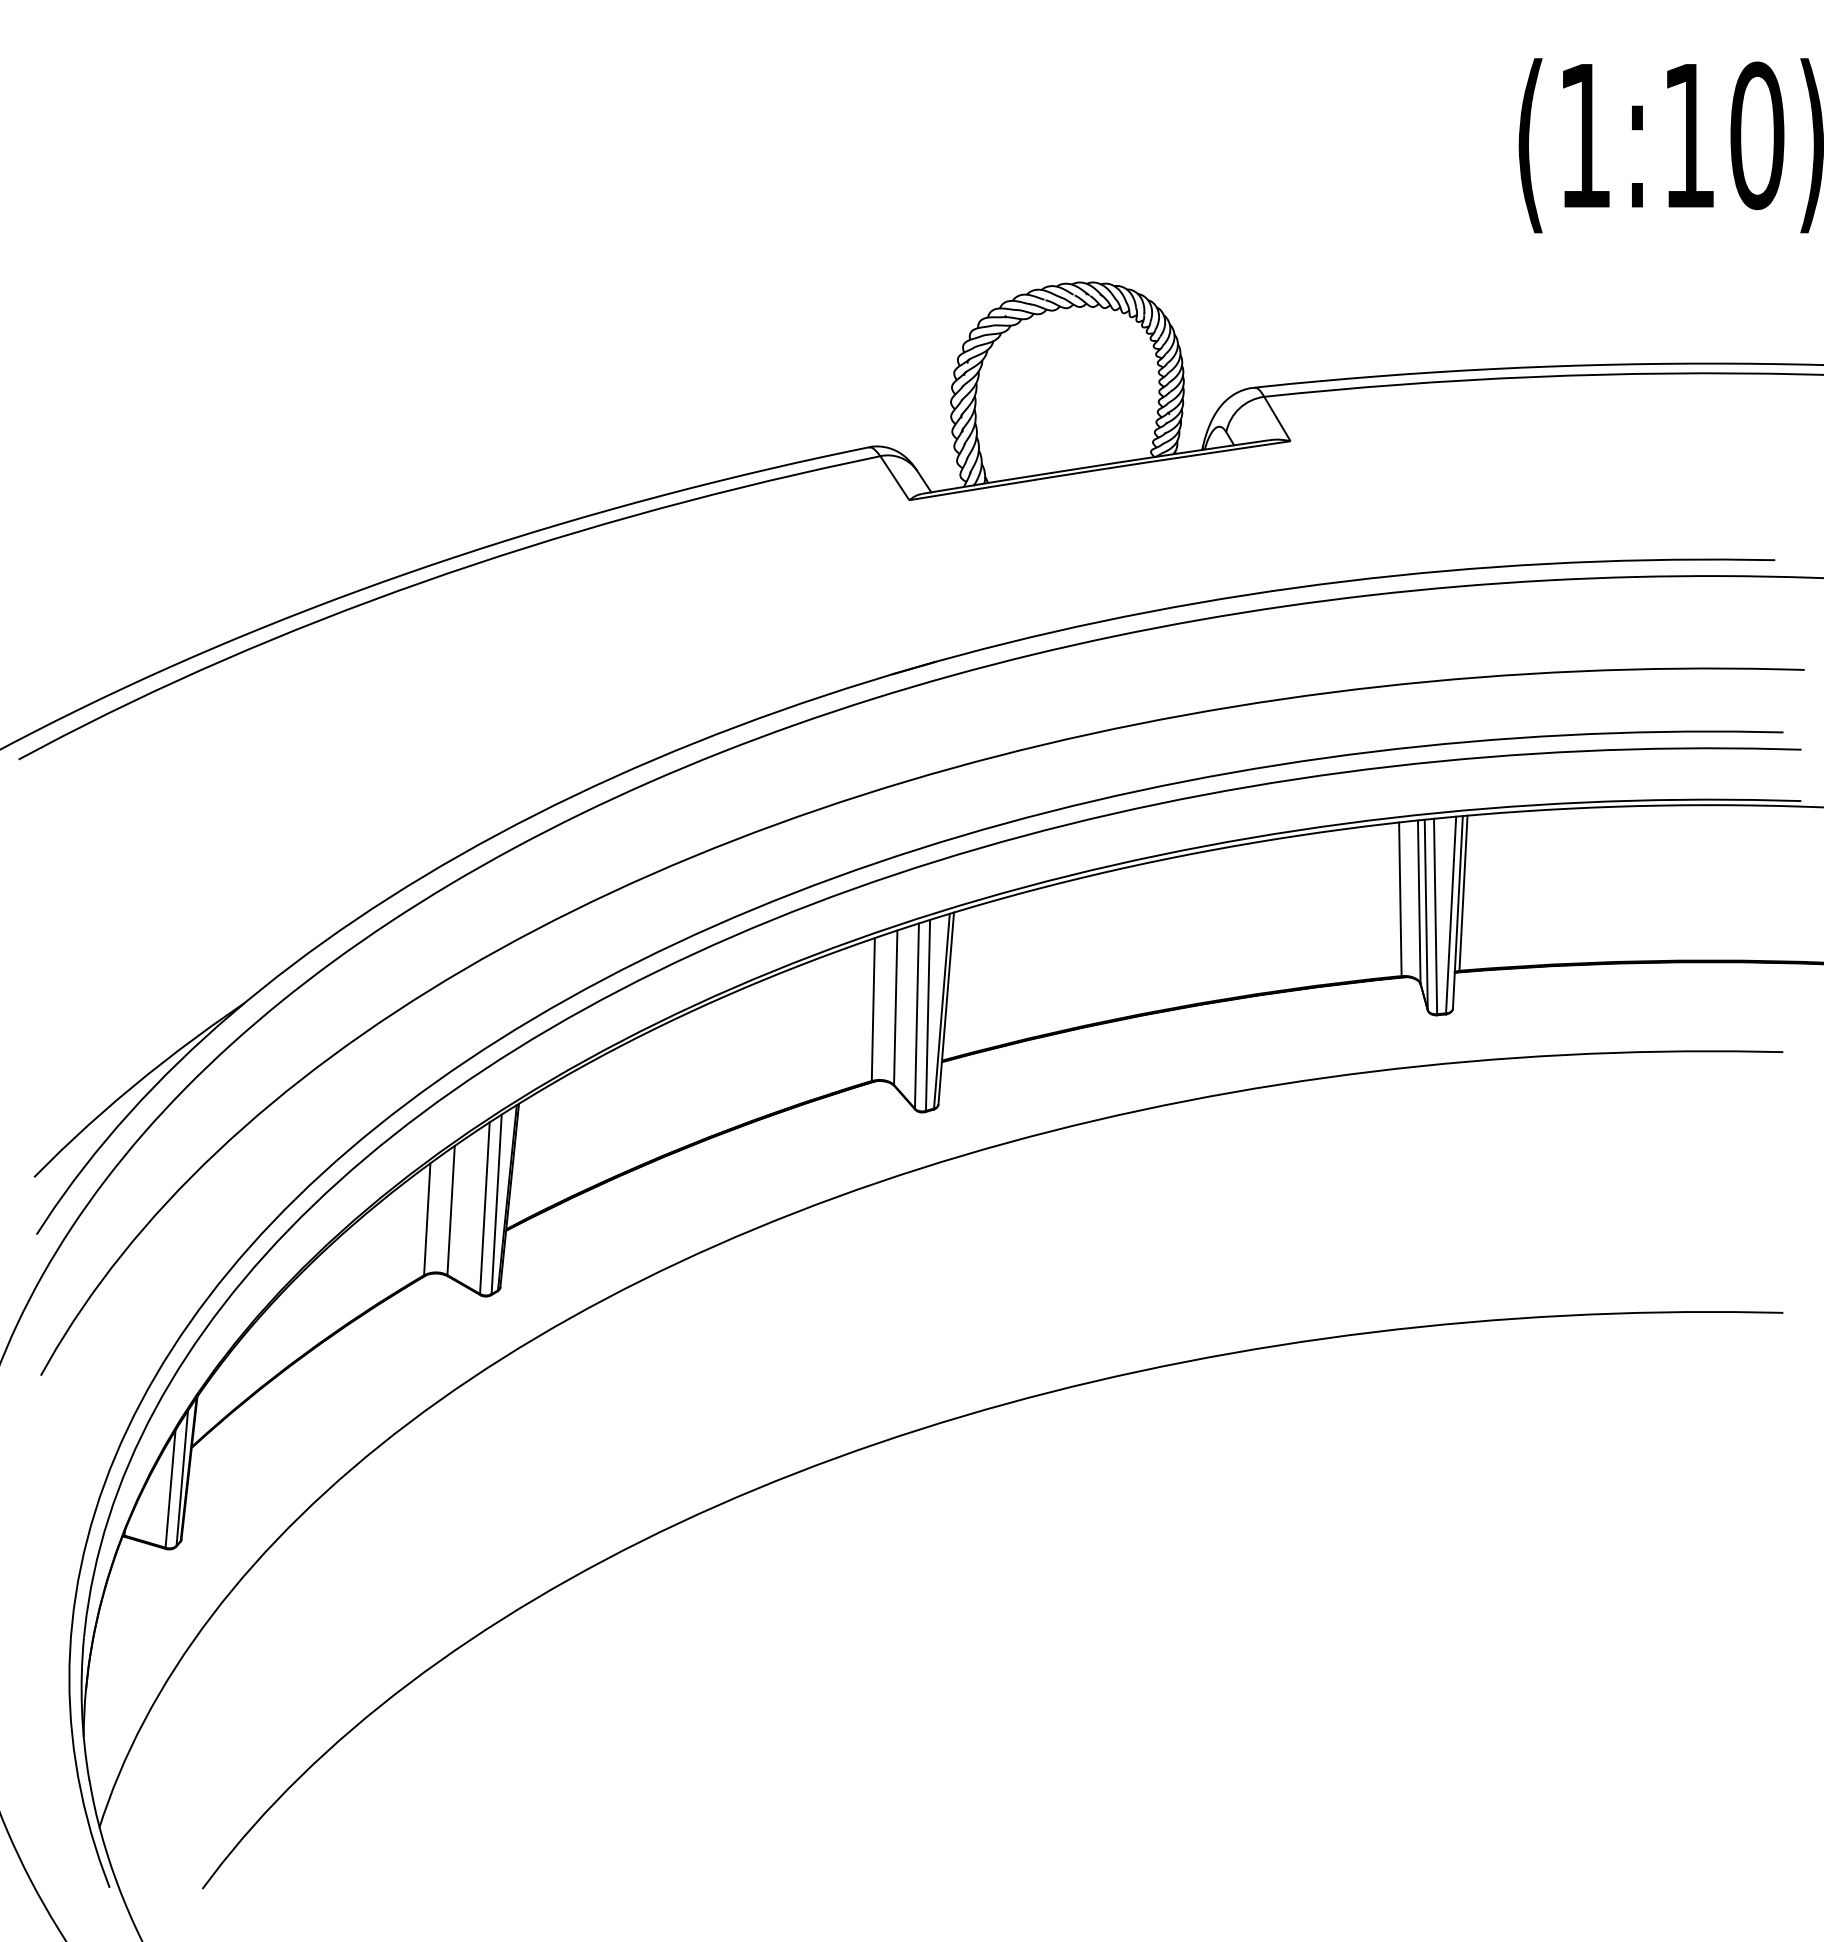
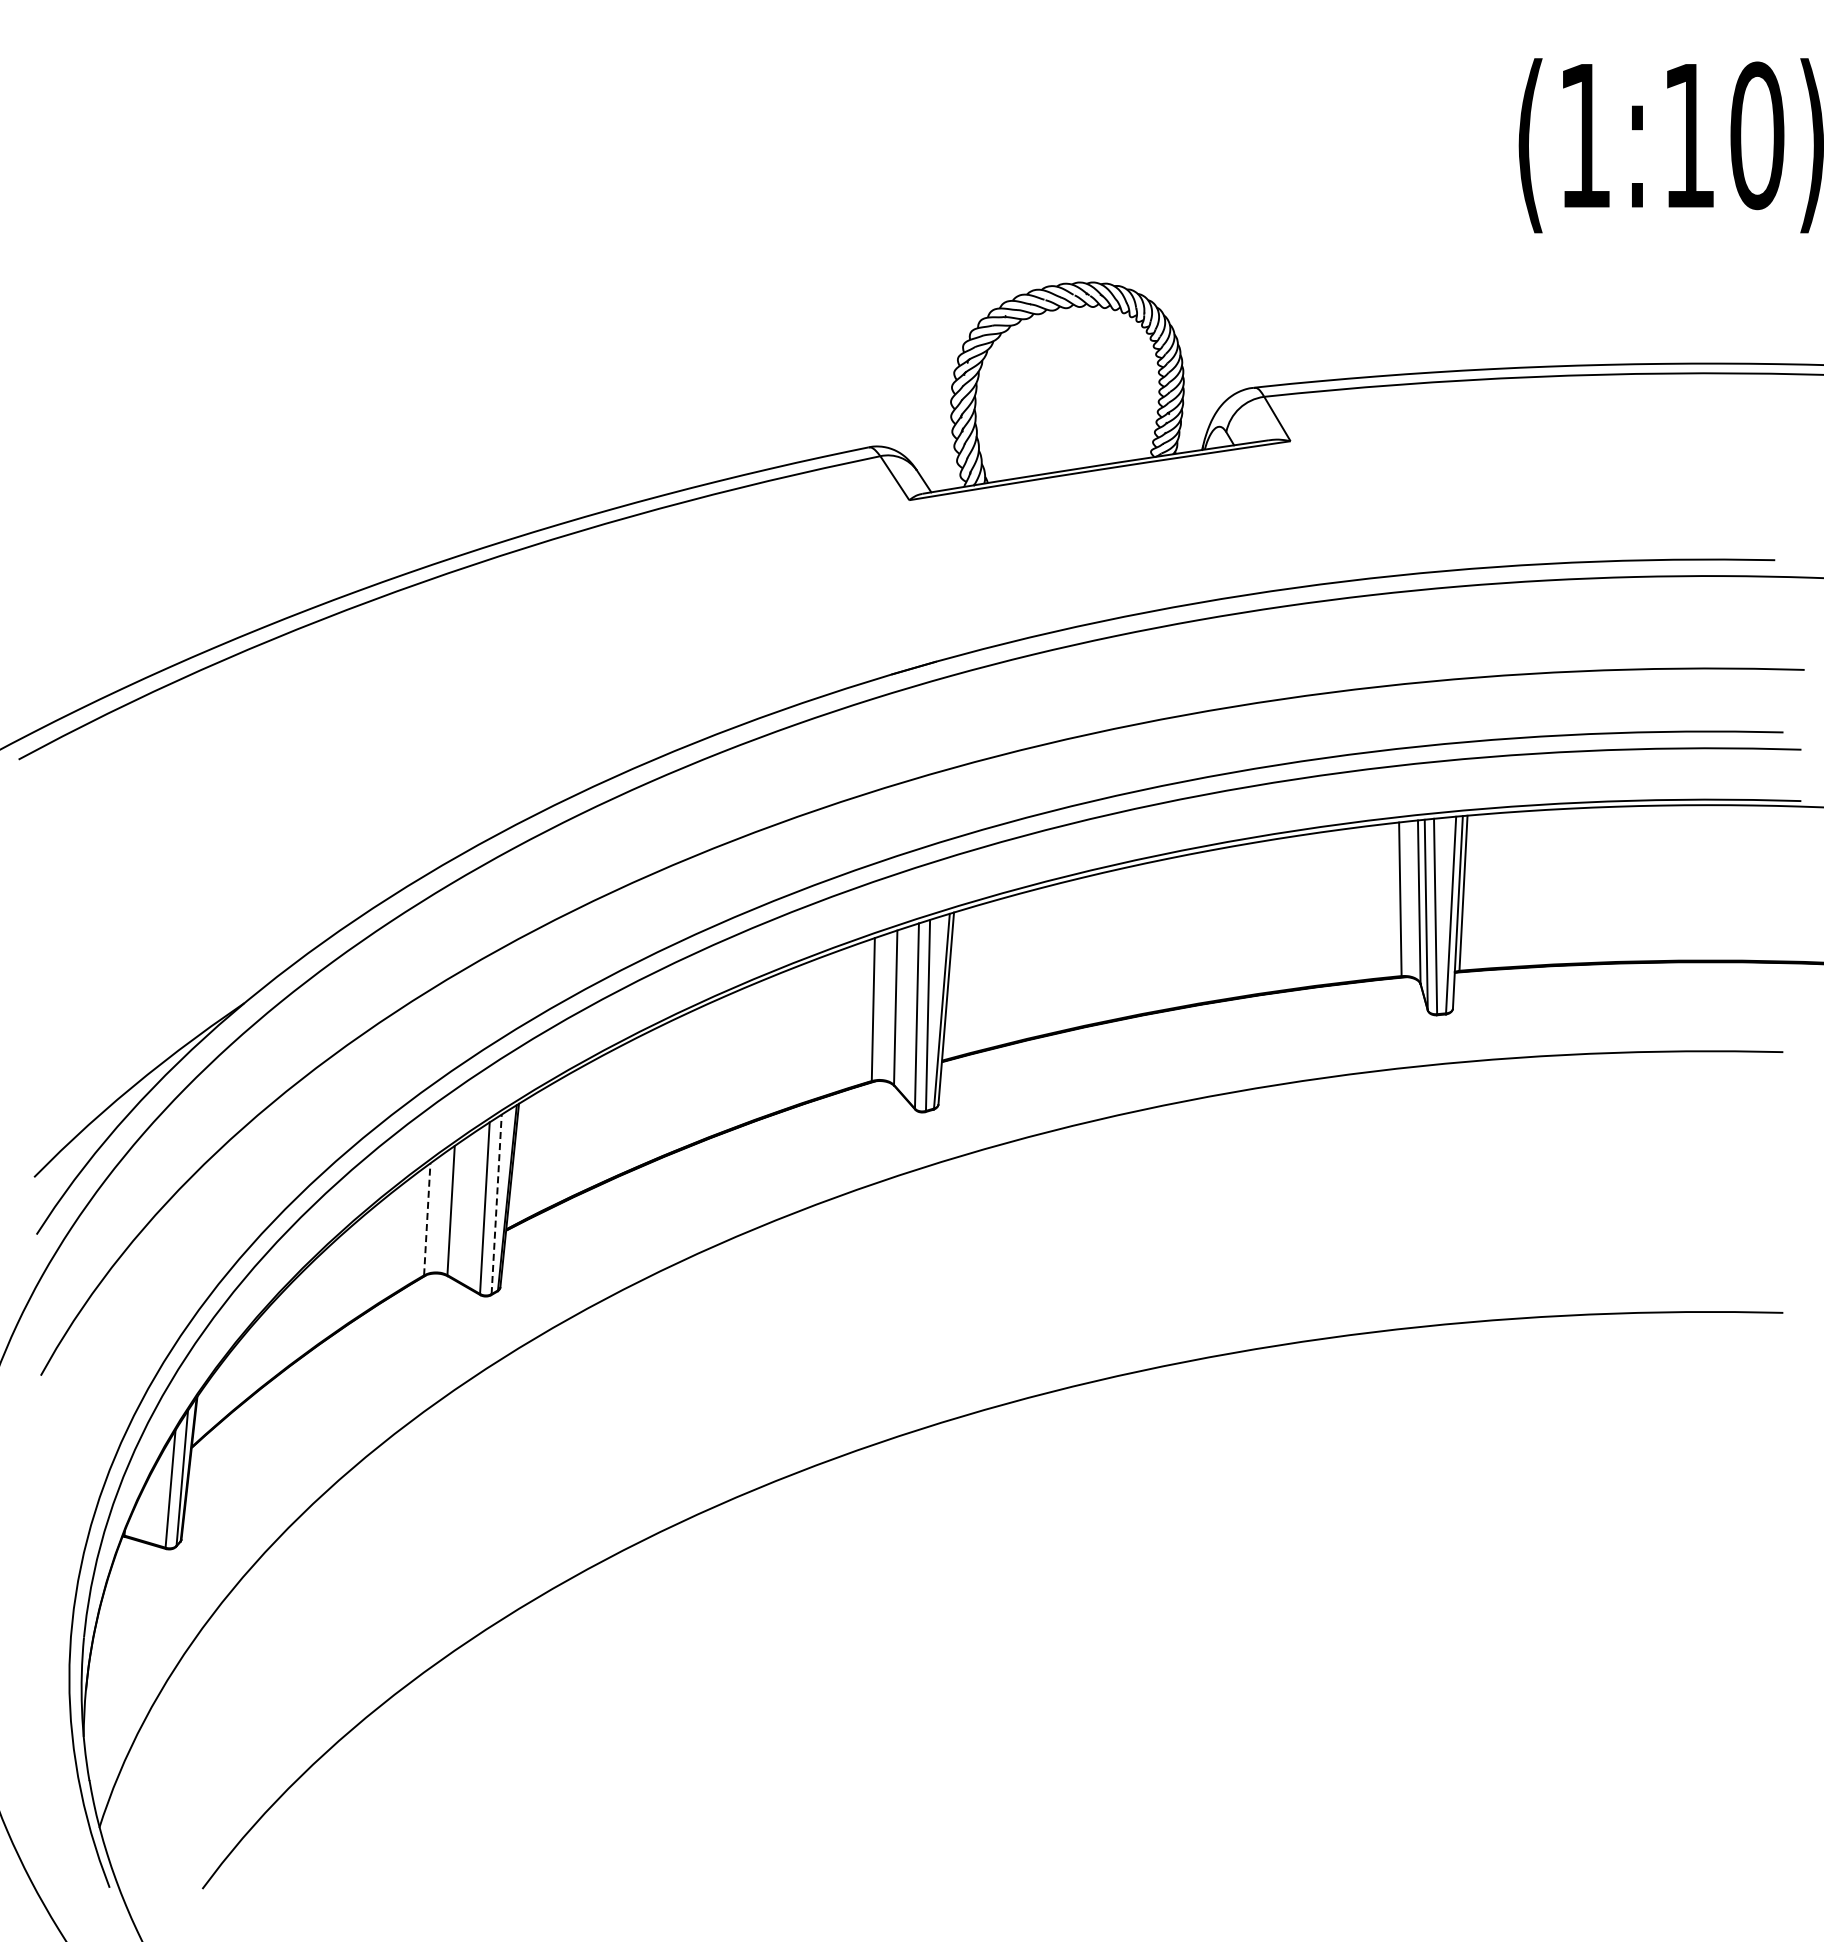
line at (496, 1204): solid -> dashed
line at (427, 1218): solid -> dashed
